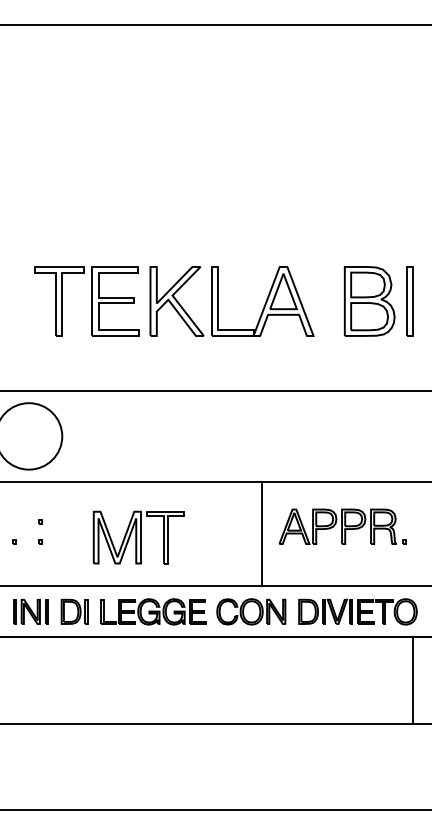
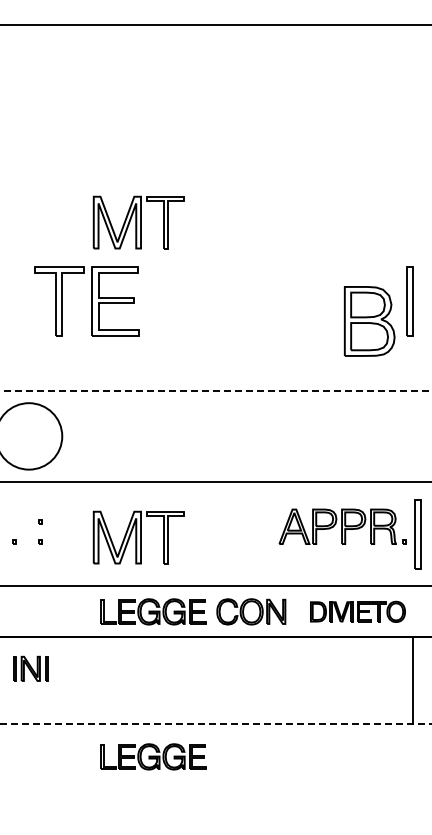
part at (138, 222): none -> present
part at (218, 301): present -> none
part at (369, 301) position: (369, 301) -> (369, 321)
line at (216, 390): solid -> dashed
line at (262, 533): present -> none
part at (417, 534): none -> present
part at (30, 611) position: (30, 611) -> (30, 668)
part at (74, 611): present -> none
part at (357, 611) size: 120x28 px -> 96x23 px
line at (216, 723): solid -> dashed
part at (153, 756): none -> present
line at (215, 809): present -> none
